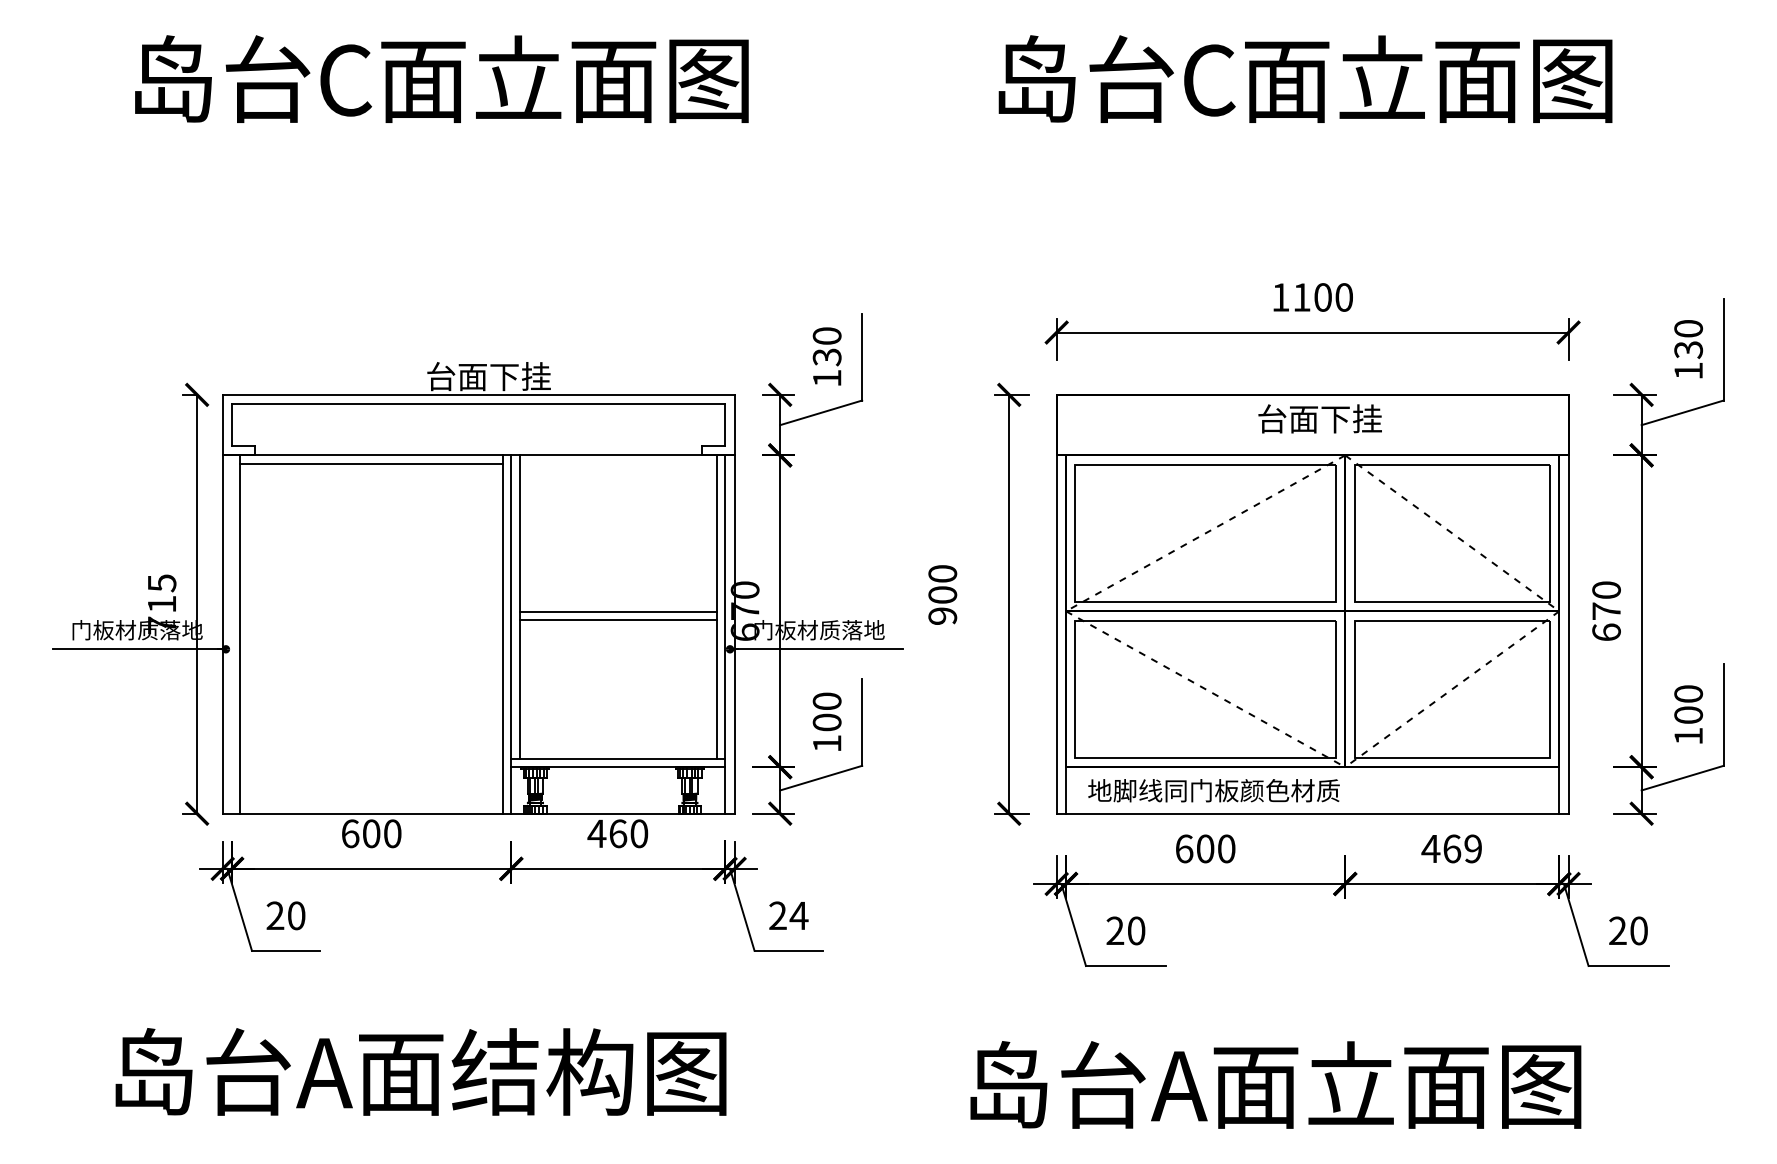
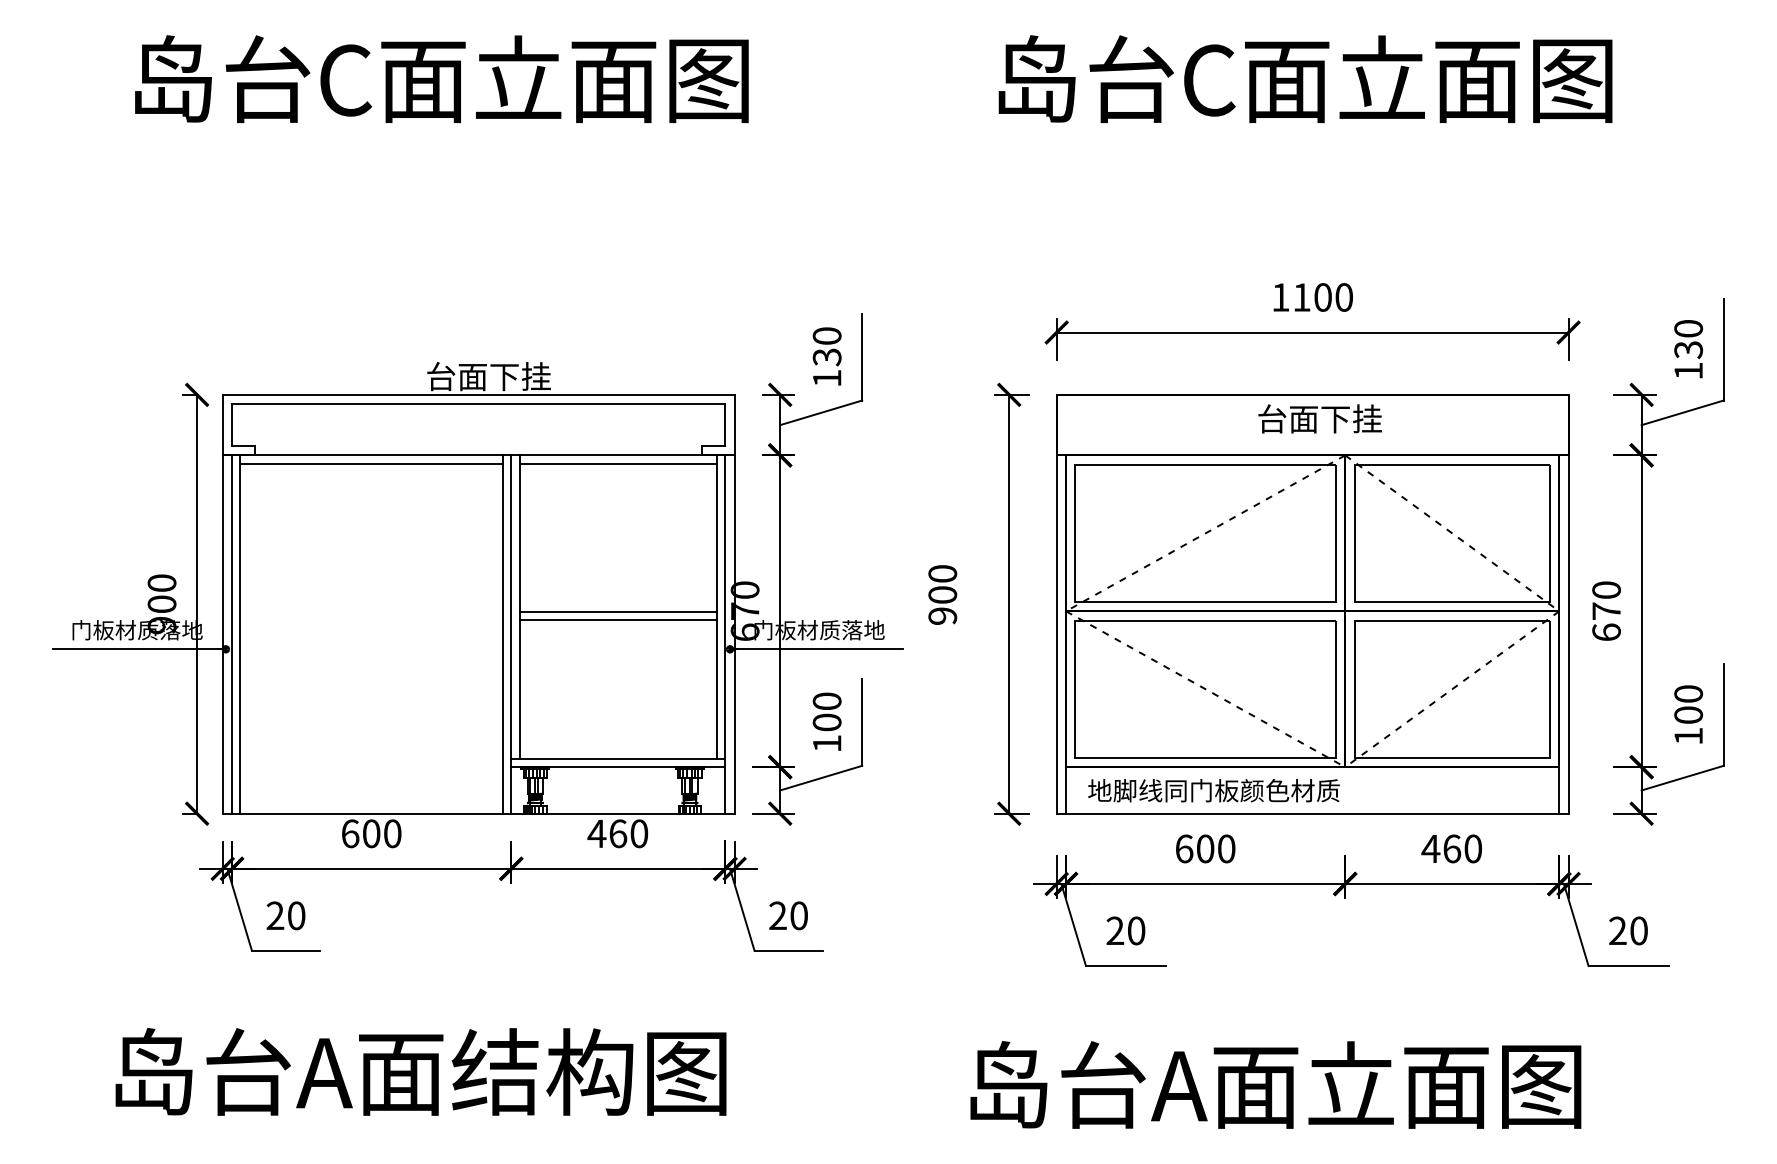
line at (617, 463): none -> present
text at (161, 604): 715 -> 900
line at (232, 634): none -> present
text at (1472, 848): 469 -> 460
text at (798, 915): 24 -> 20
